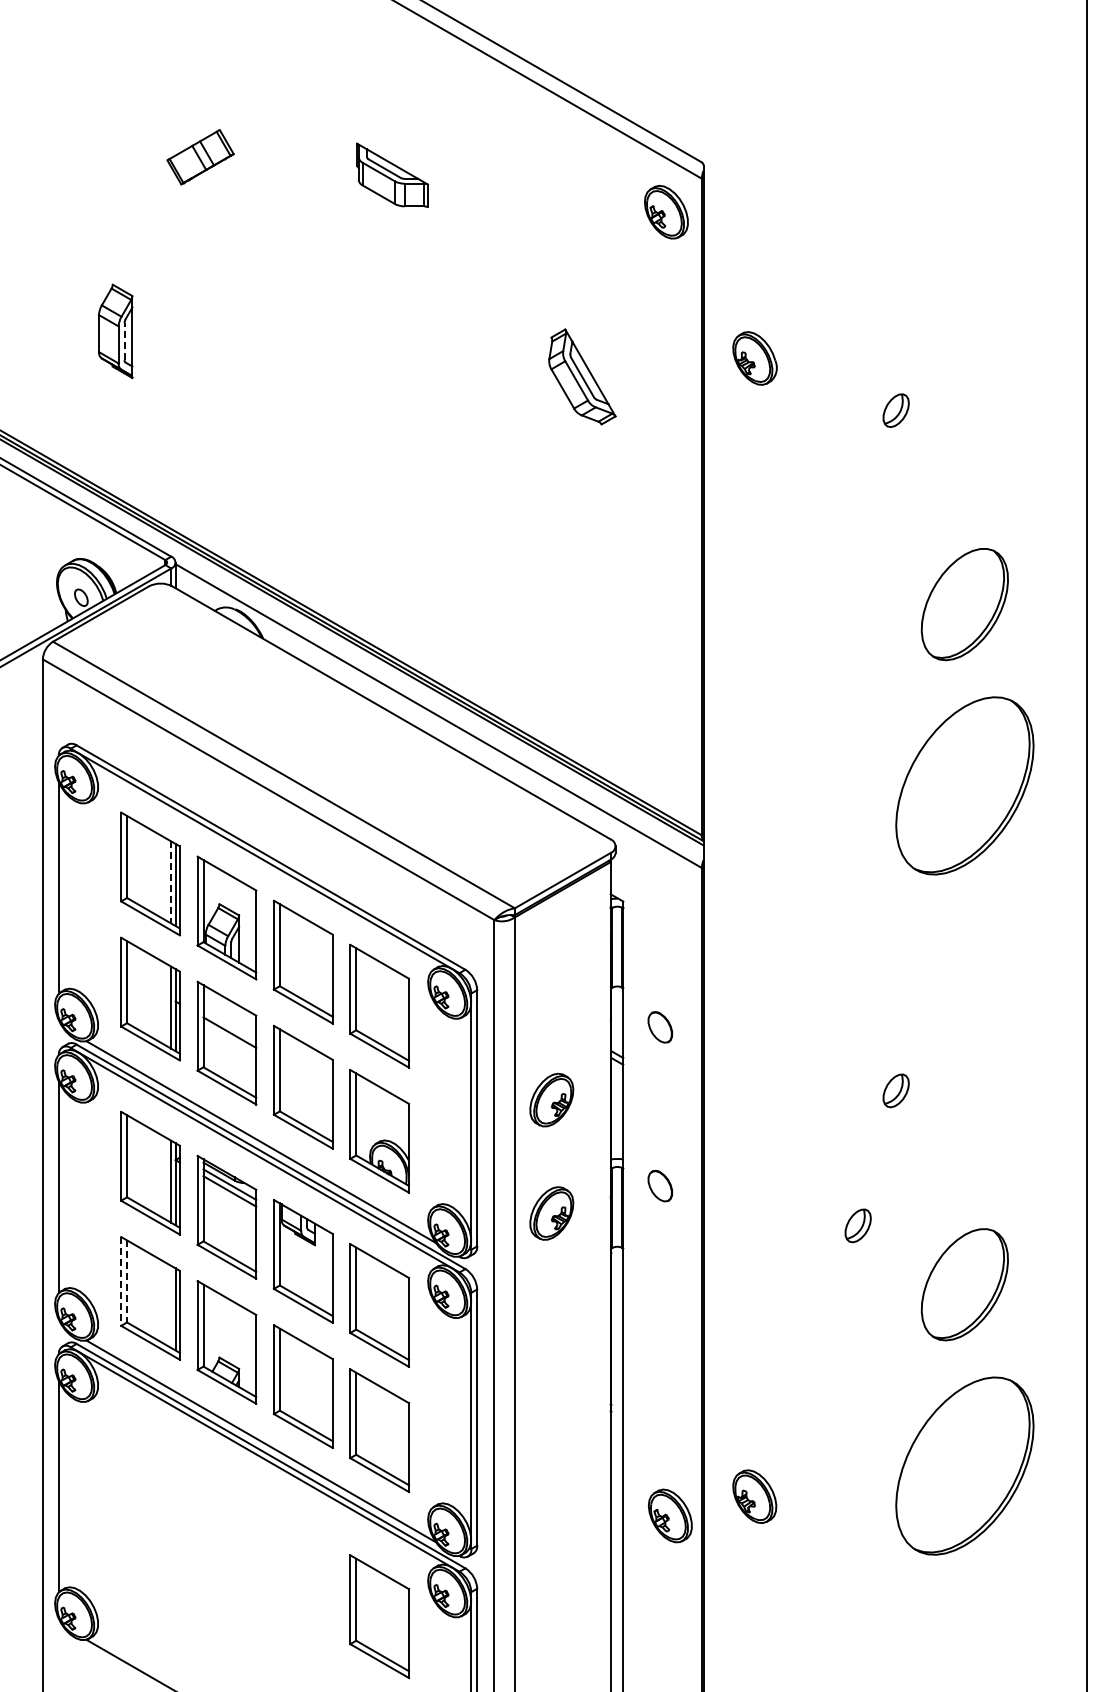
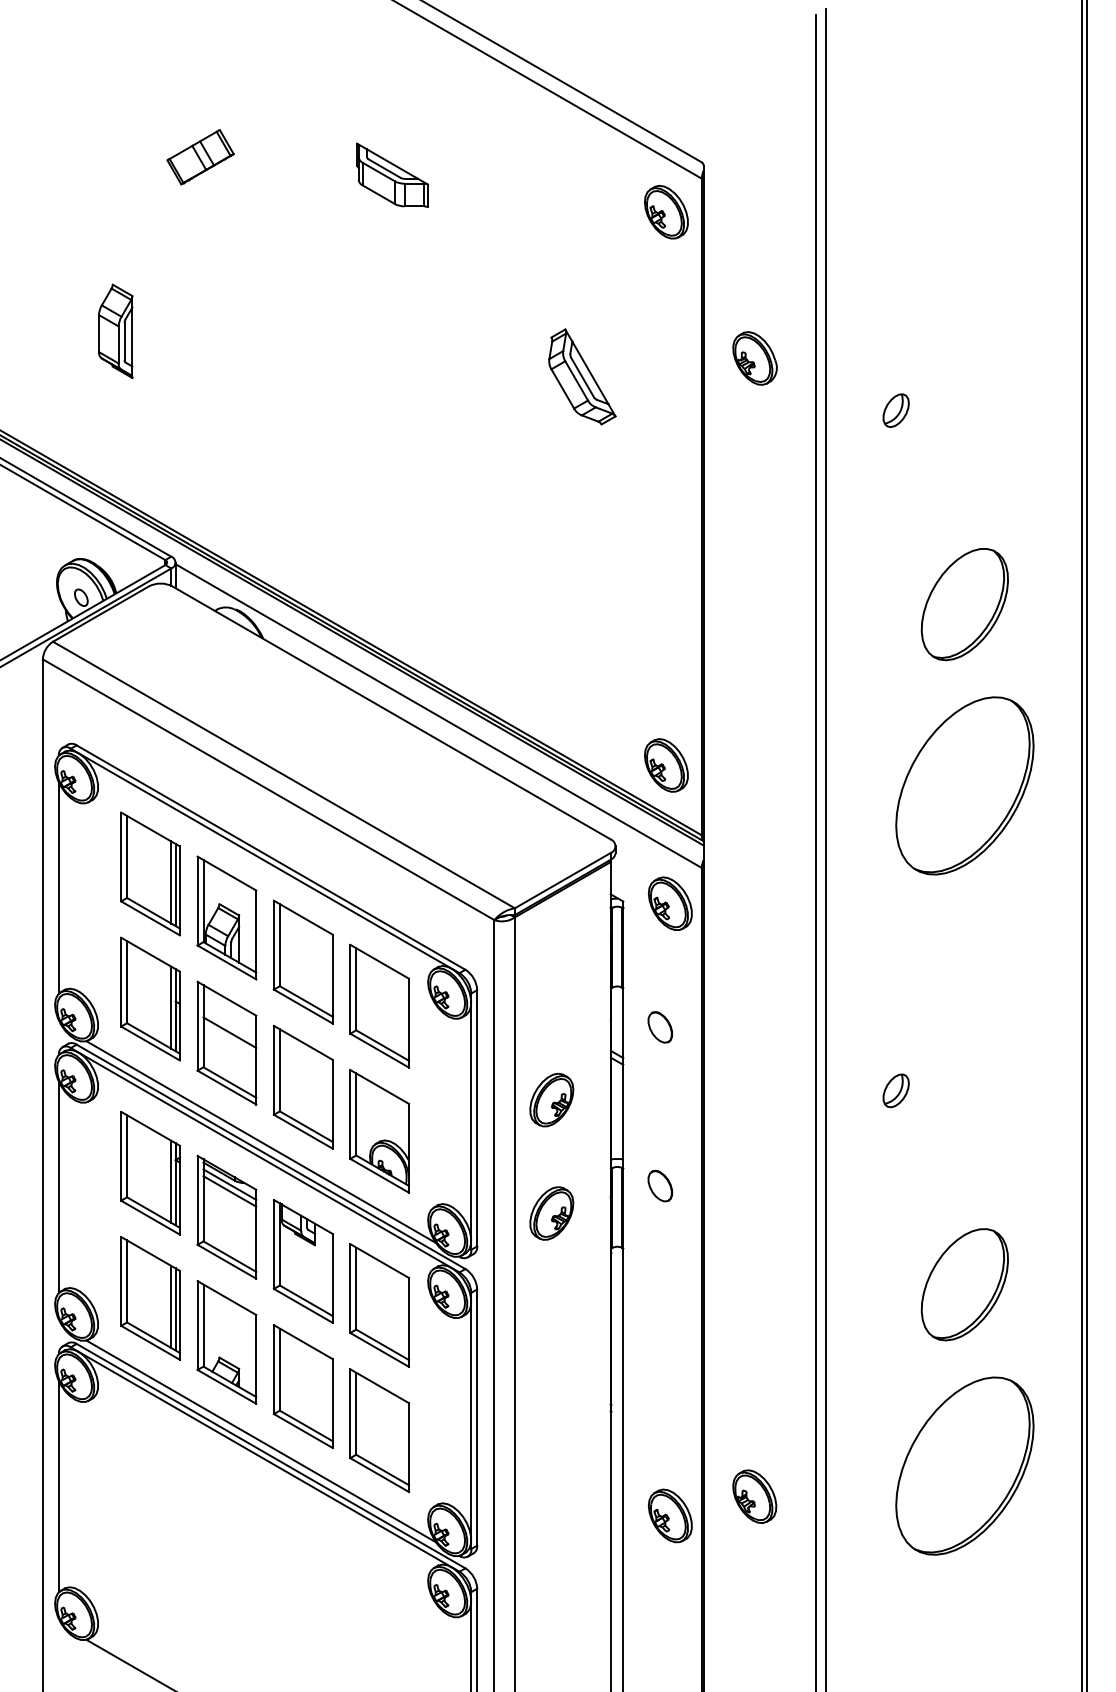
line at (124, 341): dashed -> solid
part at (666, 765): none -> present
line at (1082, 845): none -> present
line at (825, 848): none -> present
line at (815, 851): none -> present
line at (171, 882): dashed -> solid
part at (669, 903): none -> present
part at (857, 1225): present -> none
line at (121, 1281): dashed -> solid
line at (127, 1281): dashed -> solid
line at (171, 1306): none -> present
part at (379, 1616): present -> none
